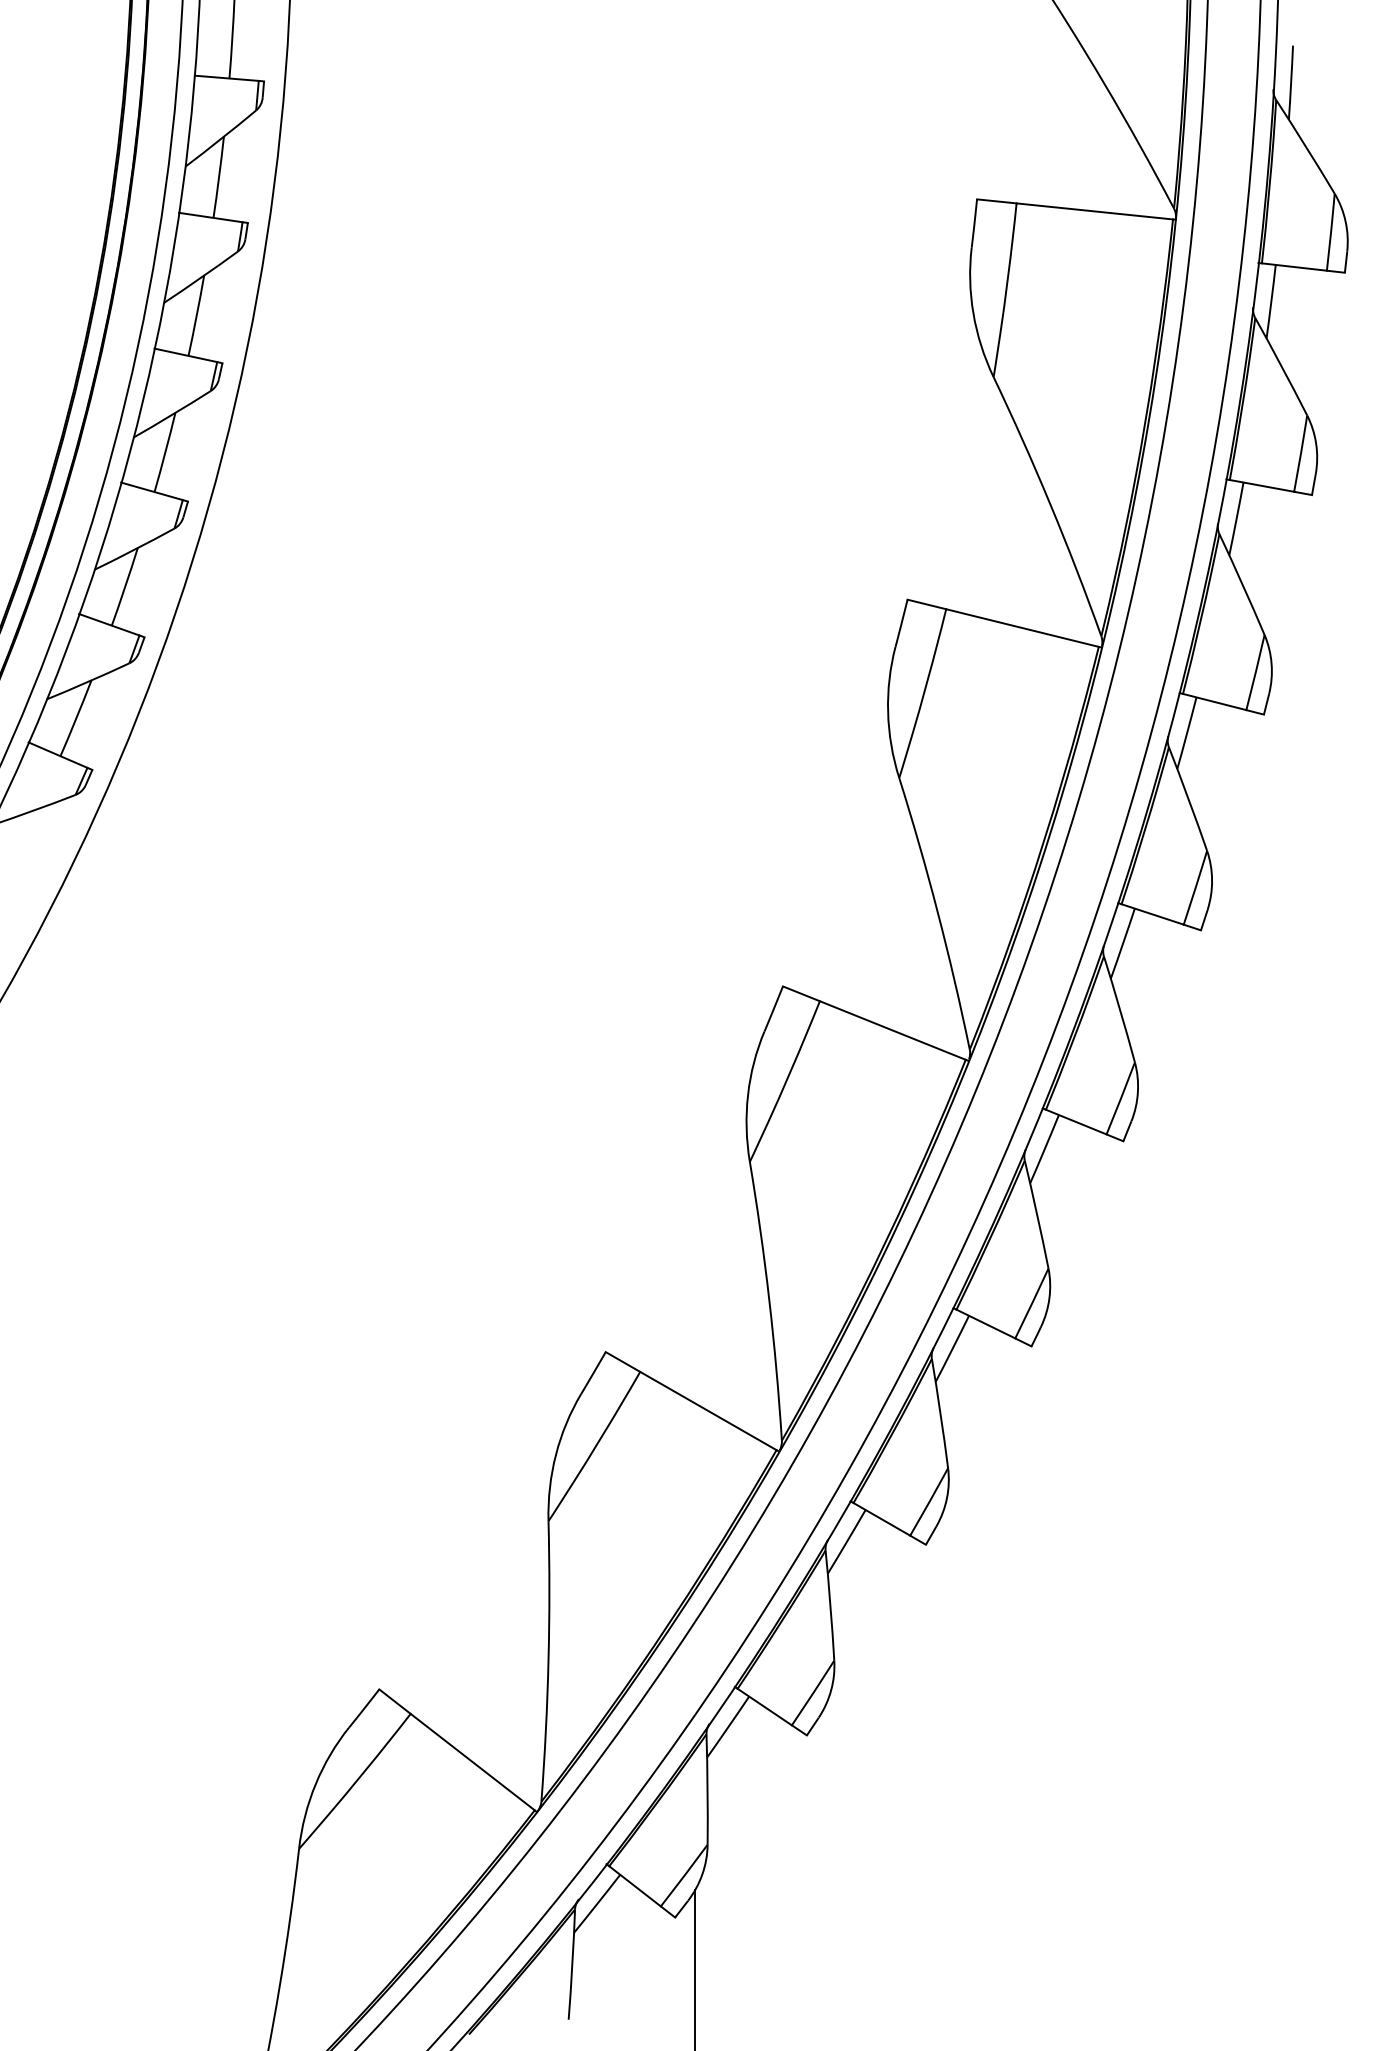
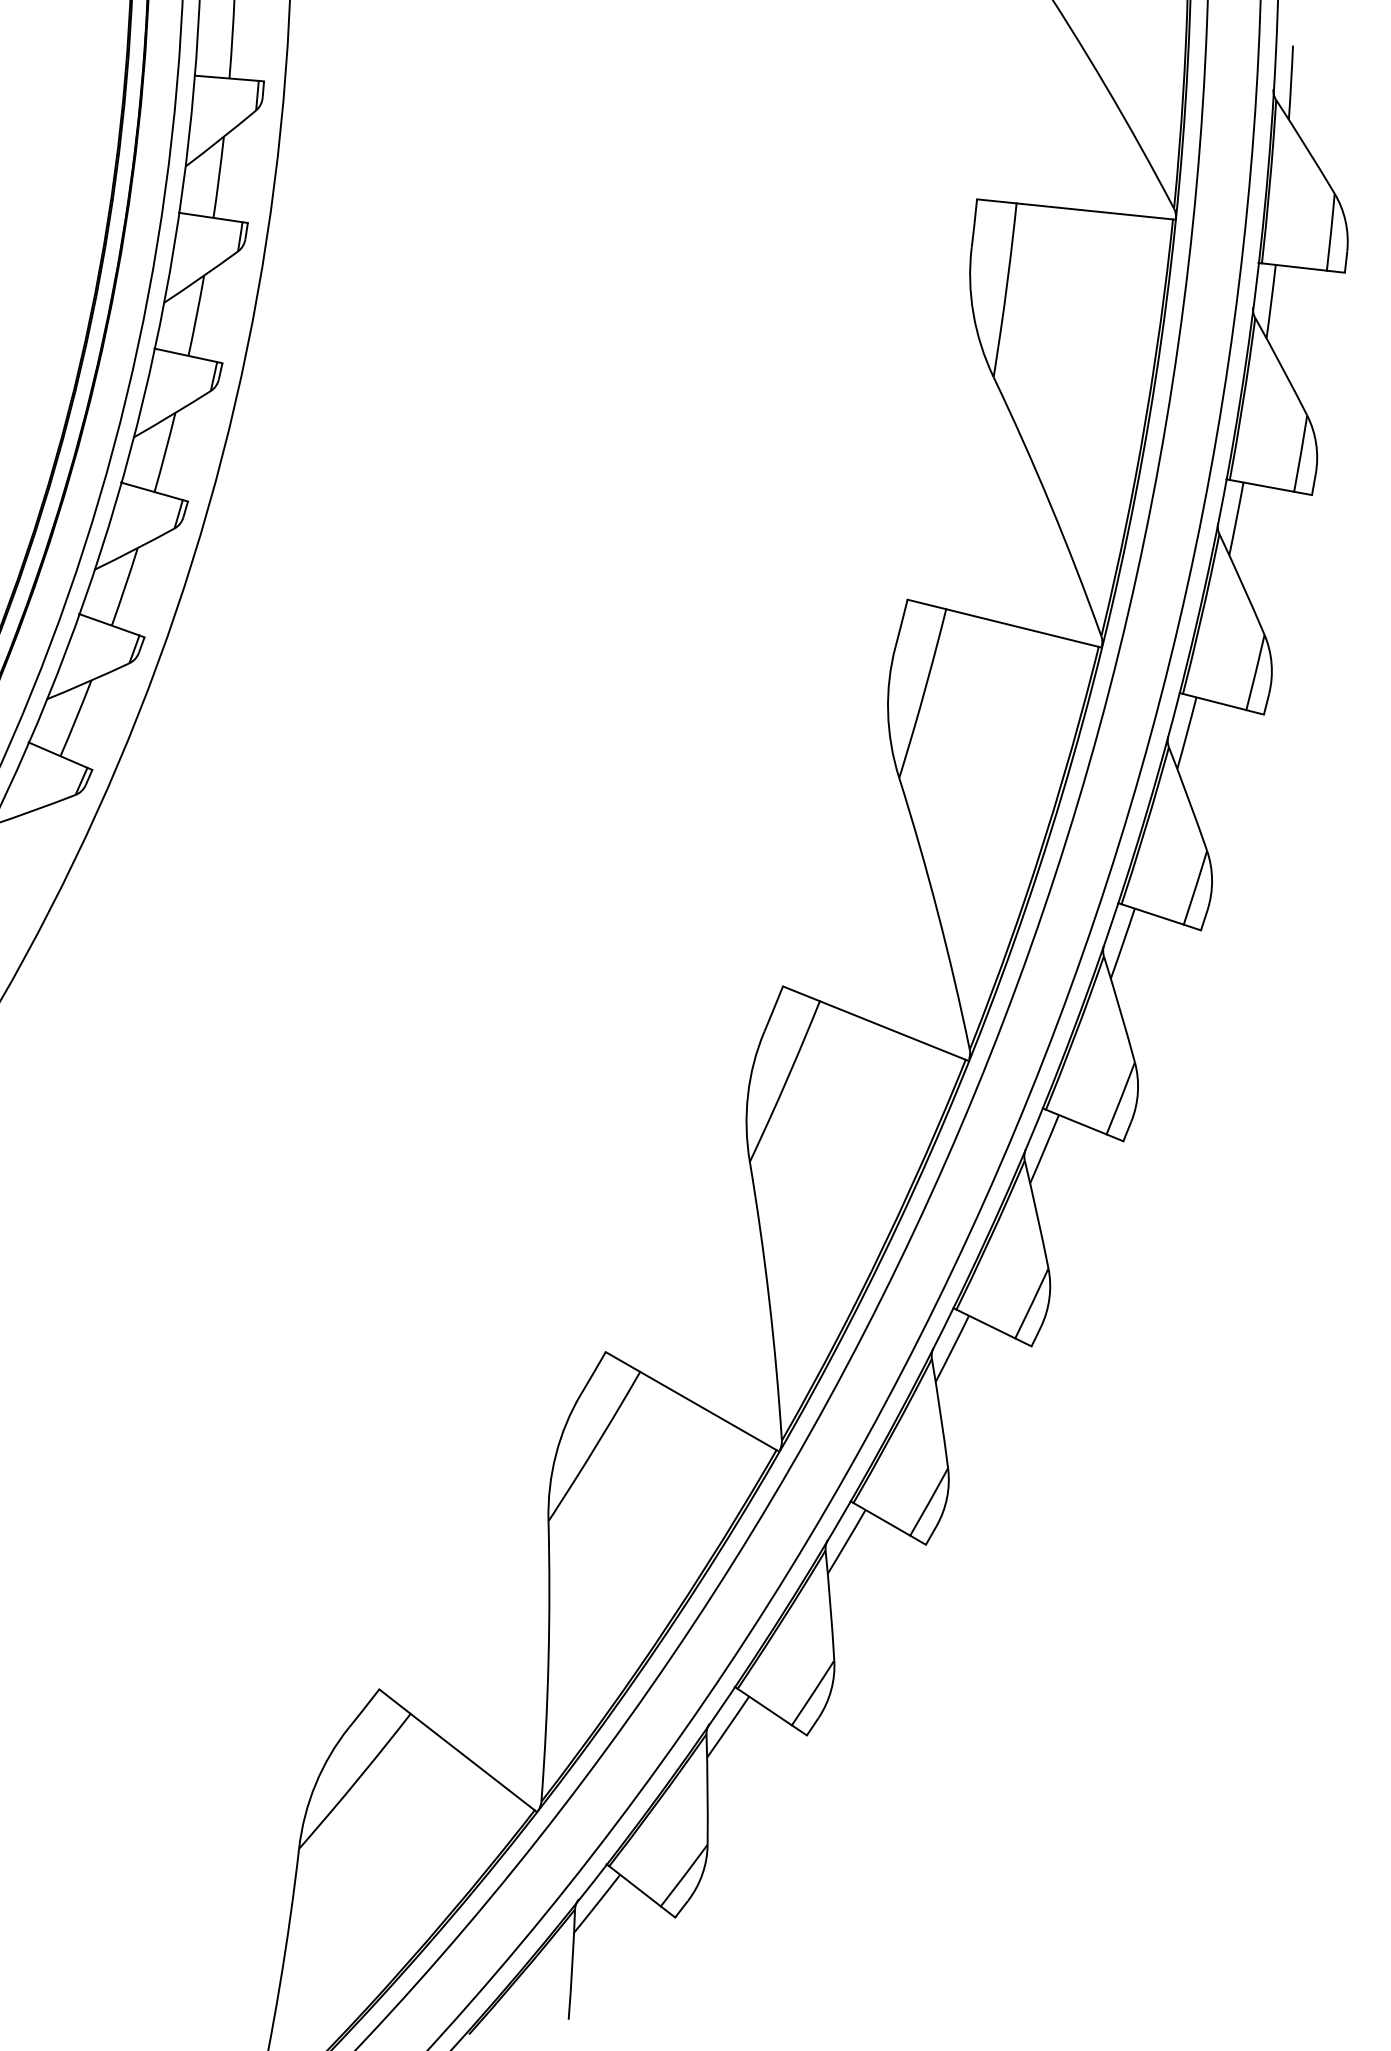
line at (695, 1968): present -> none
